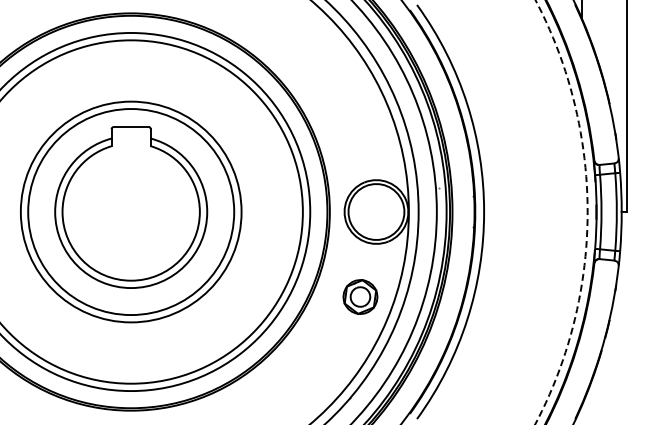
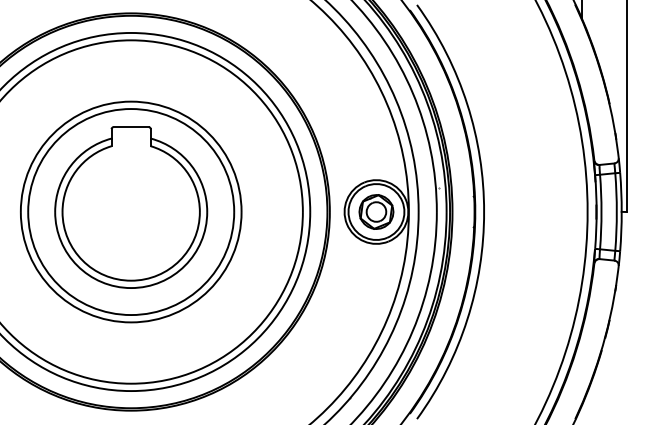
arc at (587, 212): dashed -> solid
part at (360, 296) position: (360, 296) -> (376, 211)
